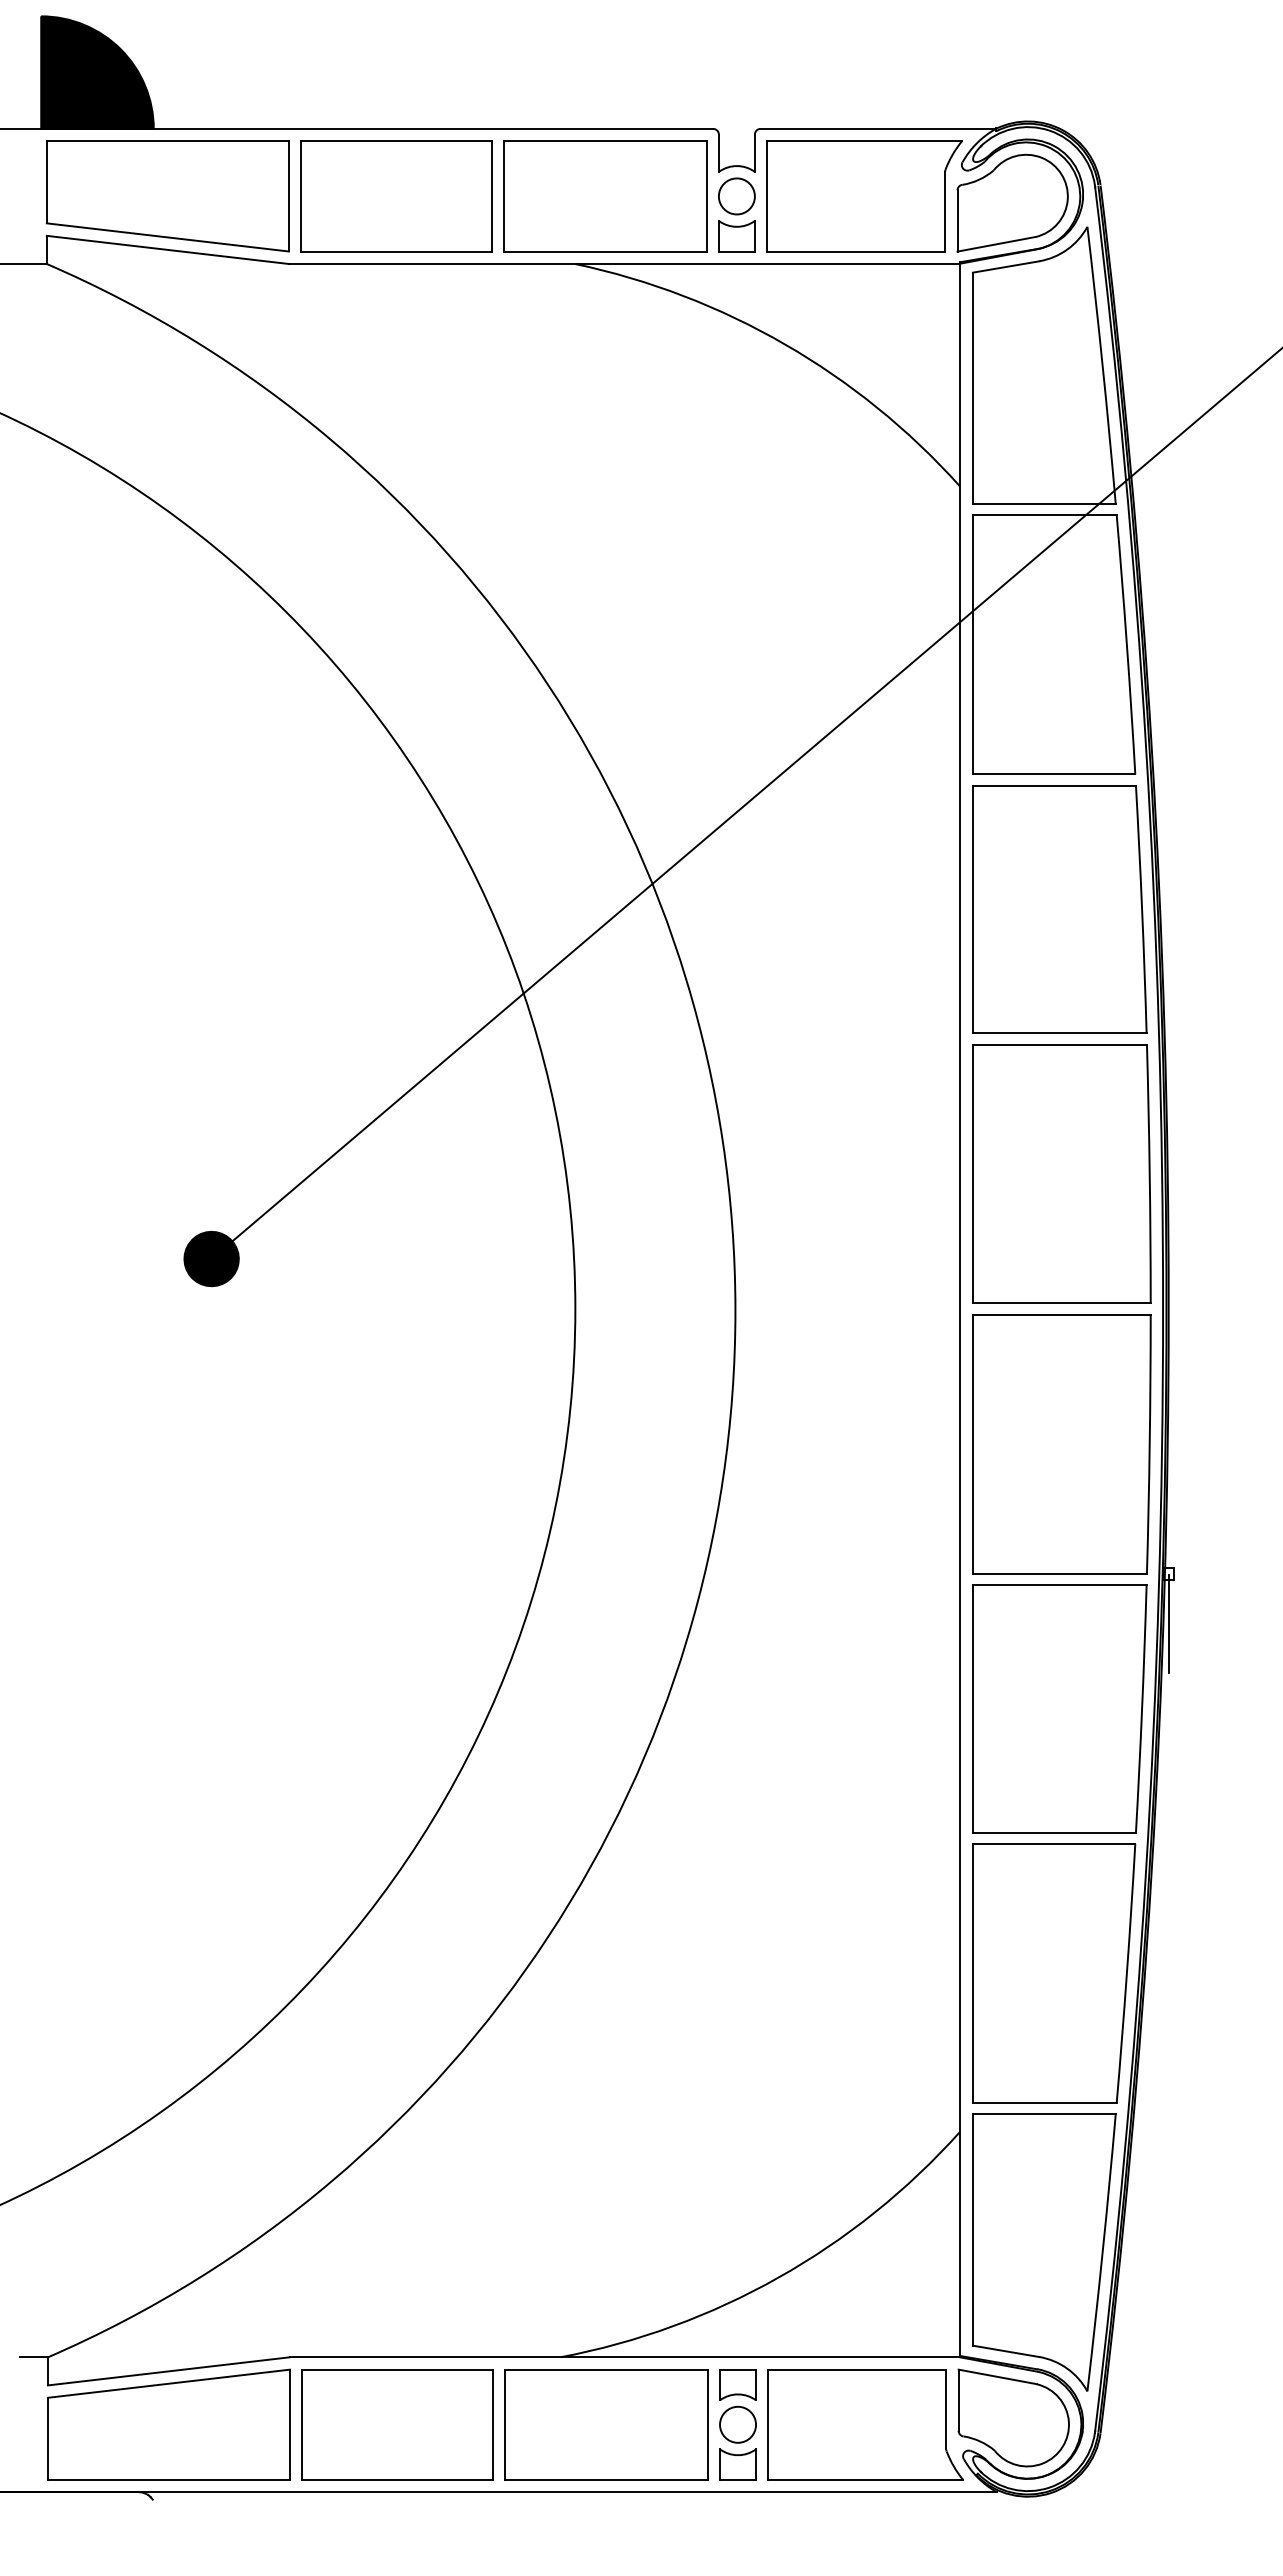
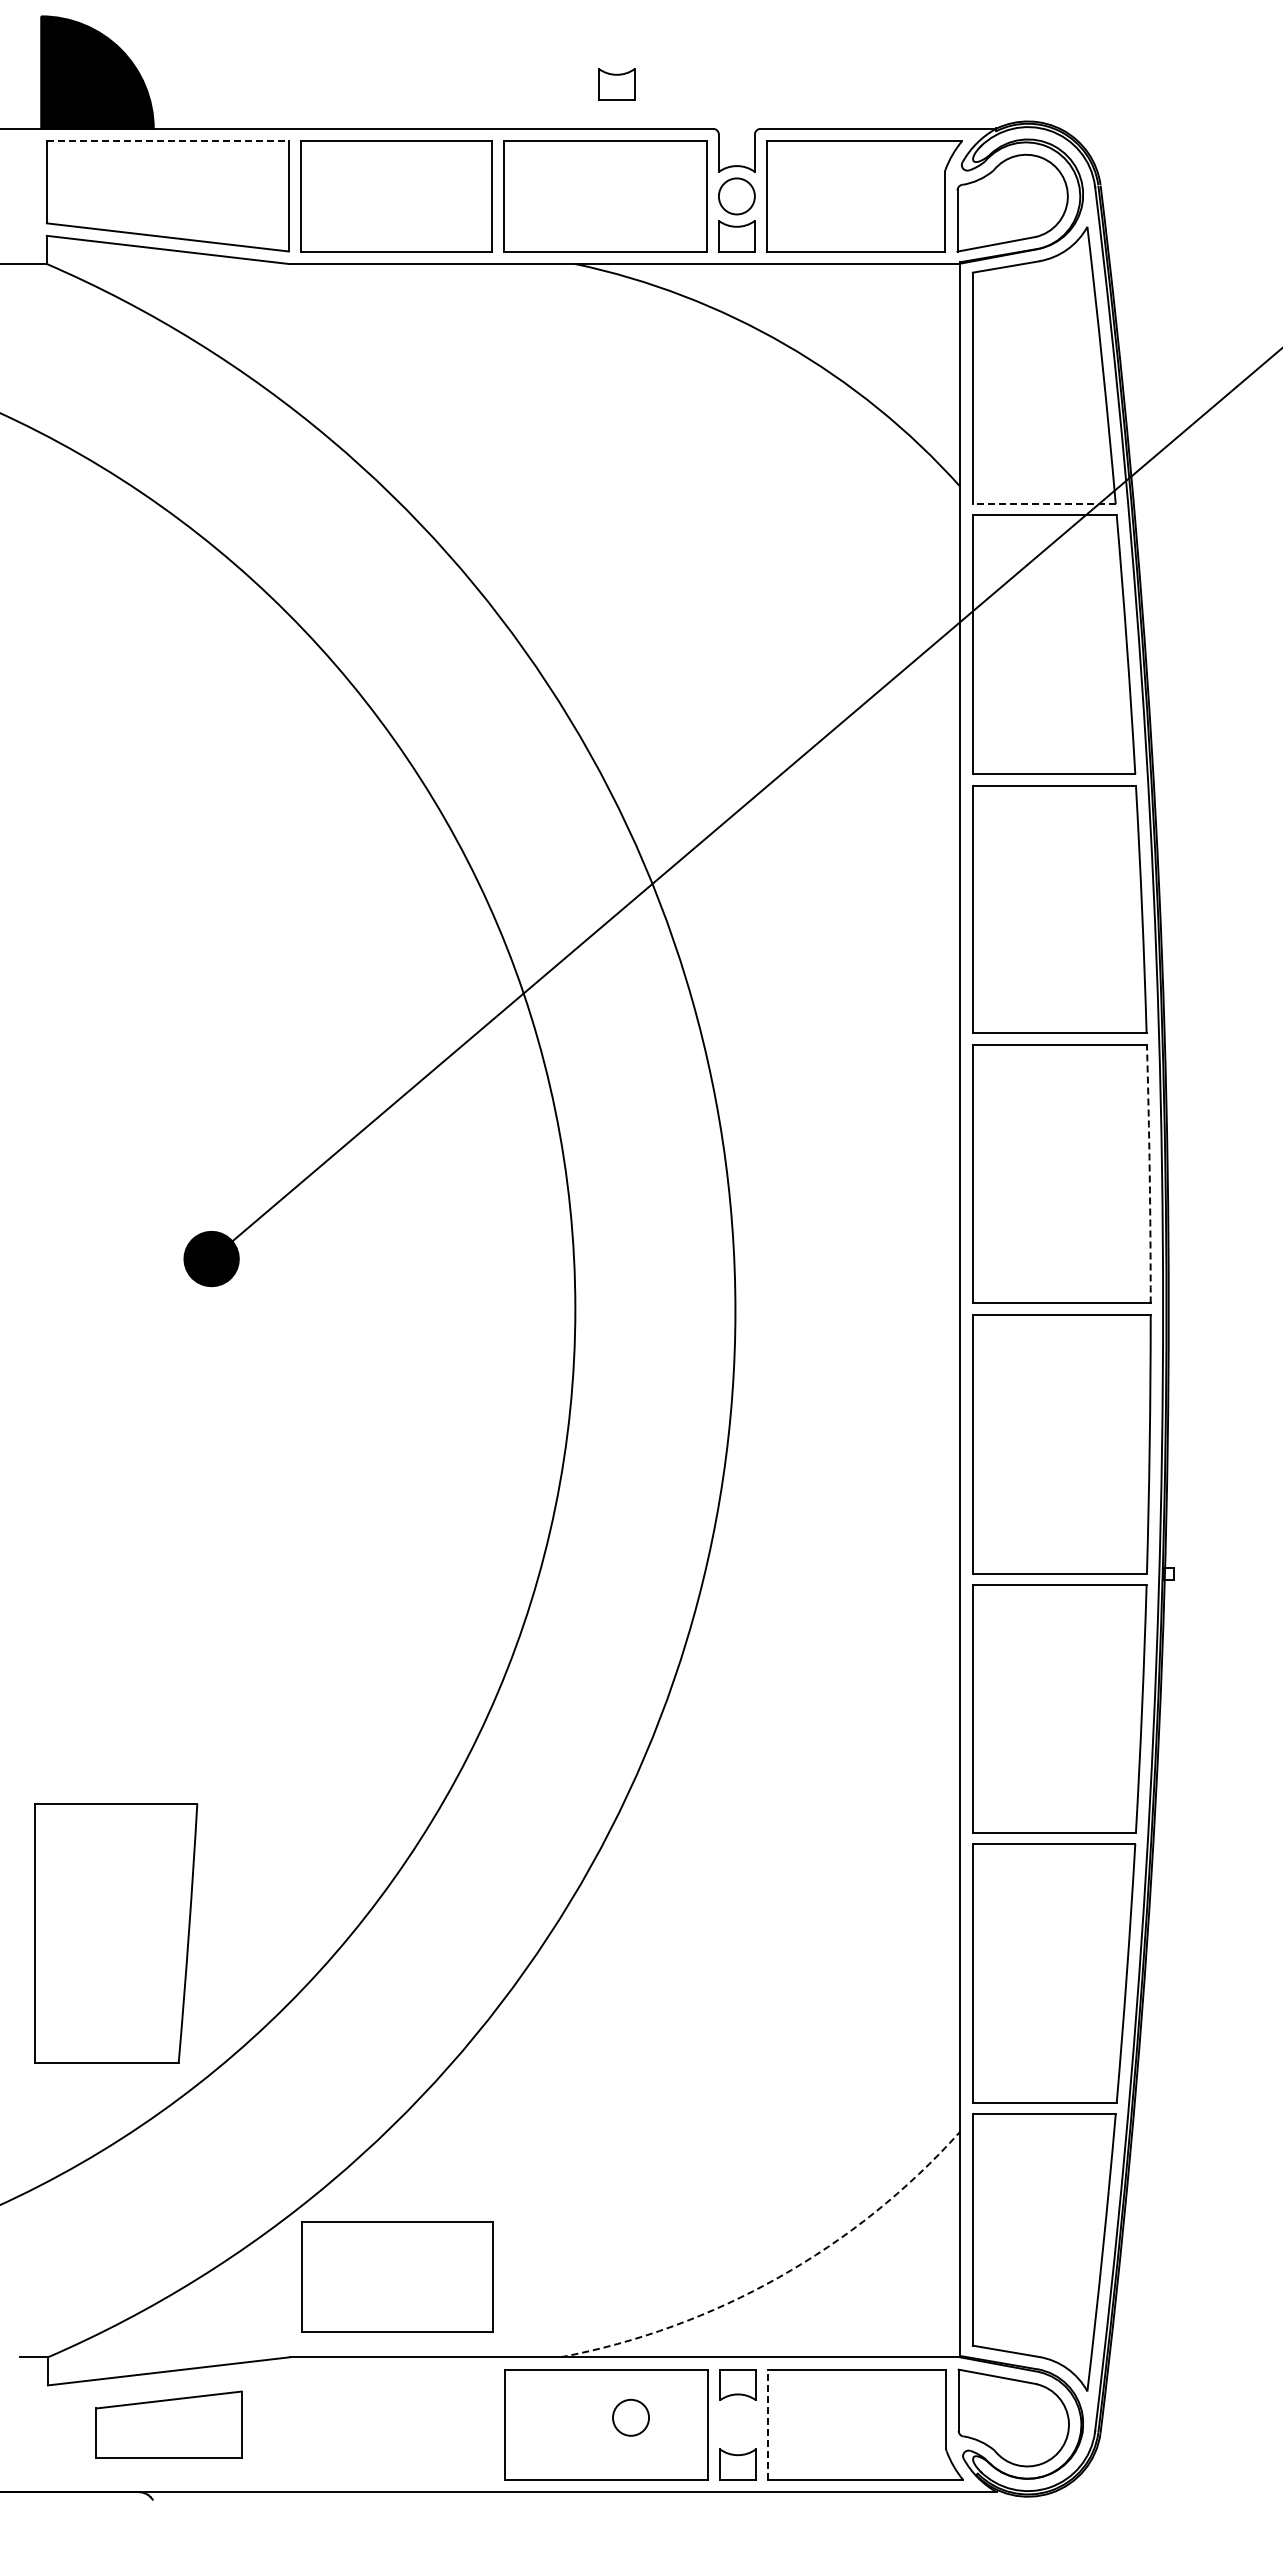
part at (616, 84): none -> present
line at (168, 141): solid -> dashed
line at (1043, 504): solid -> dashed
arc at (1149, 1174): solid -> dashed
line at (1168, 1623): present -> none
part at (116, 1933): none -> present
arc at (778, 2277): solid -> dashed
part at (168, 2424) size: 244x113 px -> 148x69 px
part at (397, 2424) position: (397, 2424) -> (397, 2276)
circle at (737, 2424) position: (737, 2424) -> (630, 2417)
line at (768, 2424): solid -> dashed
